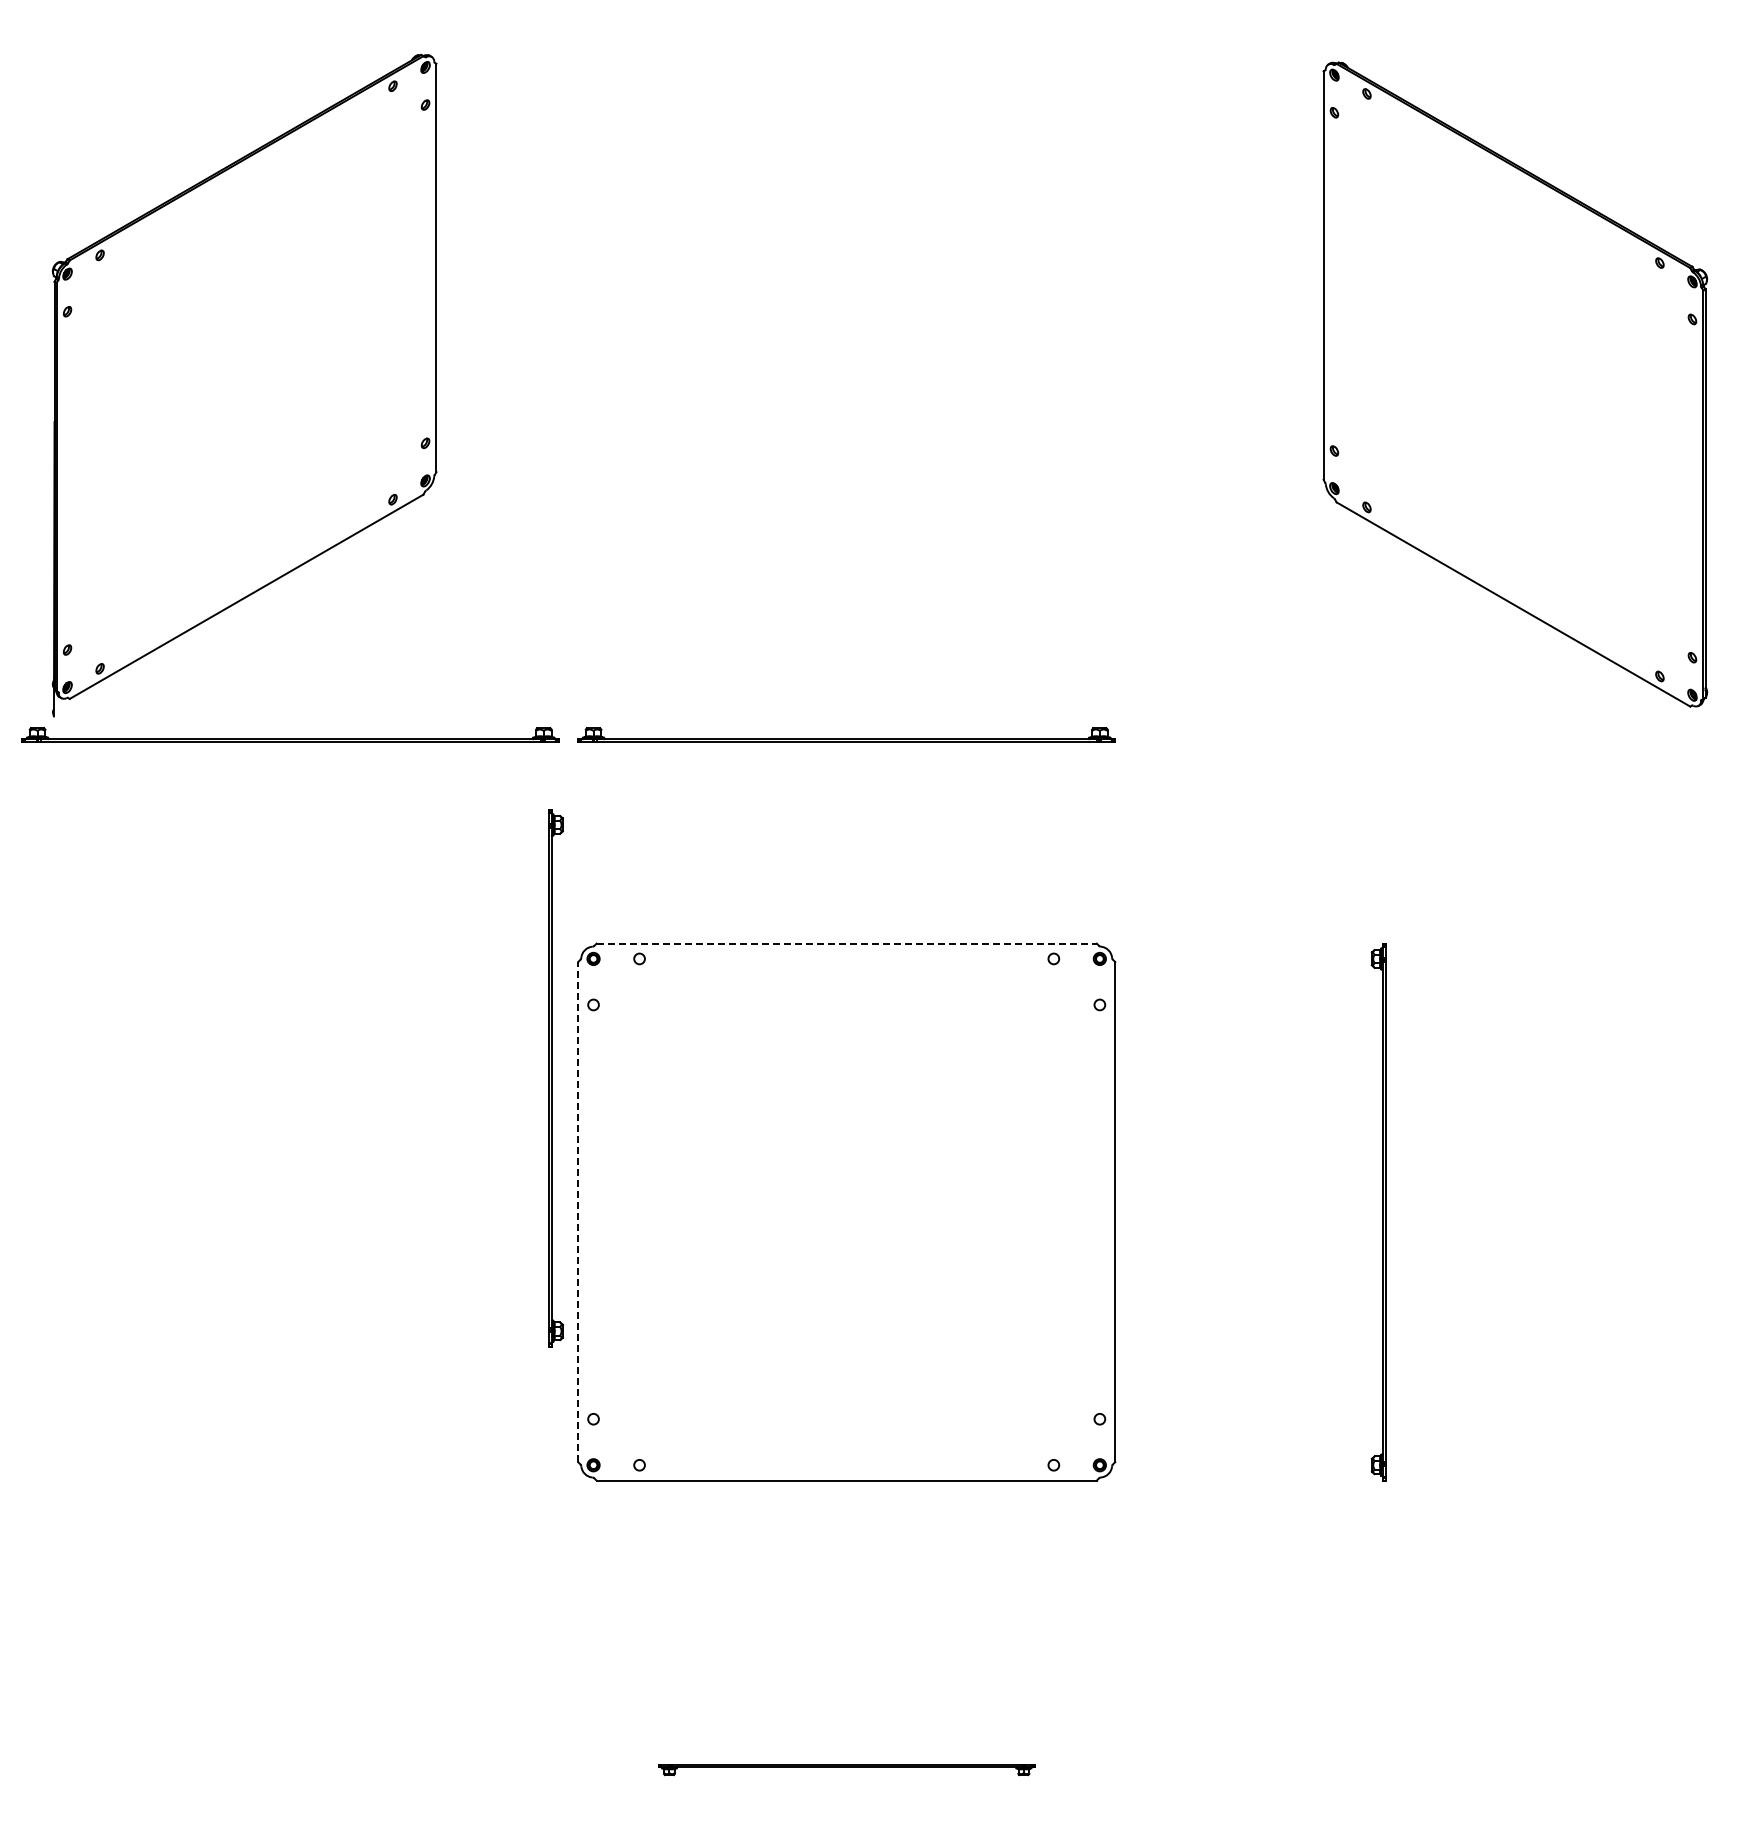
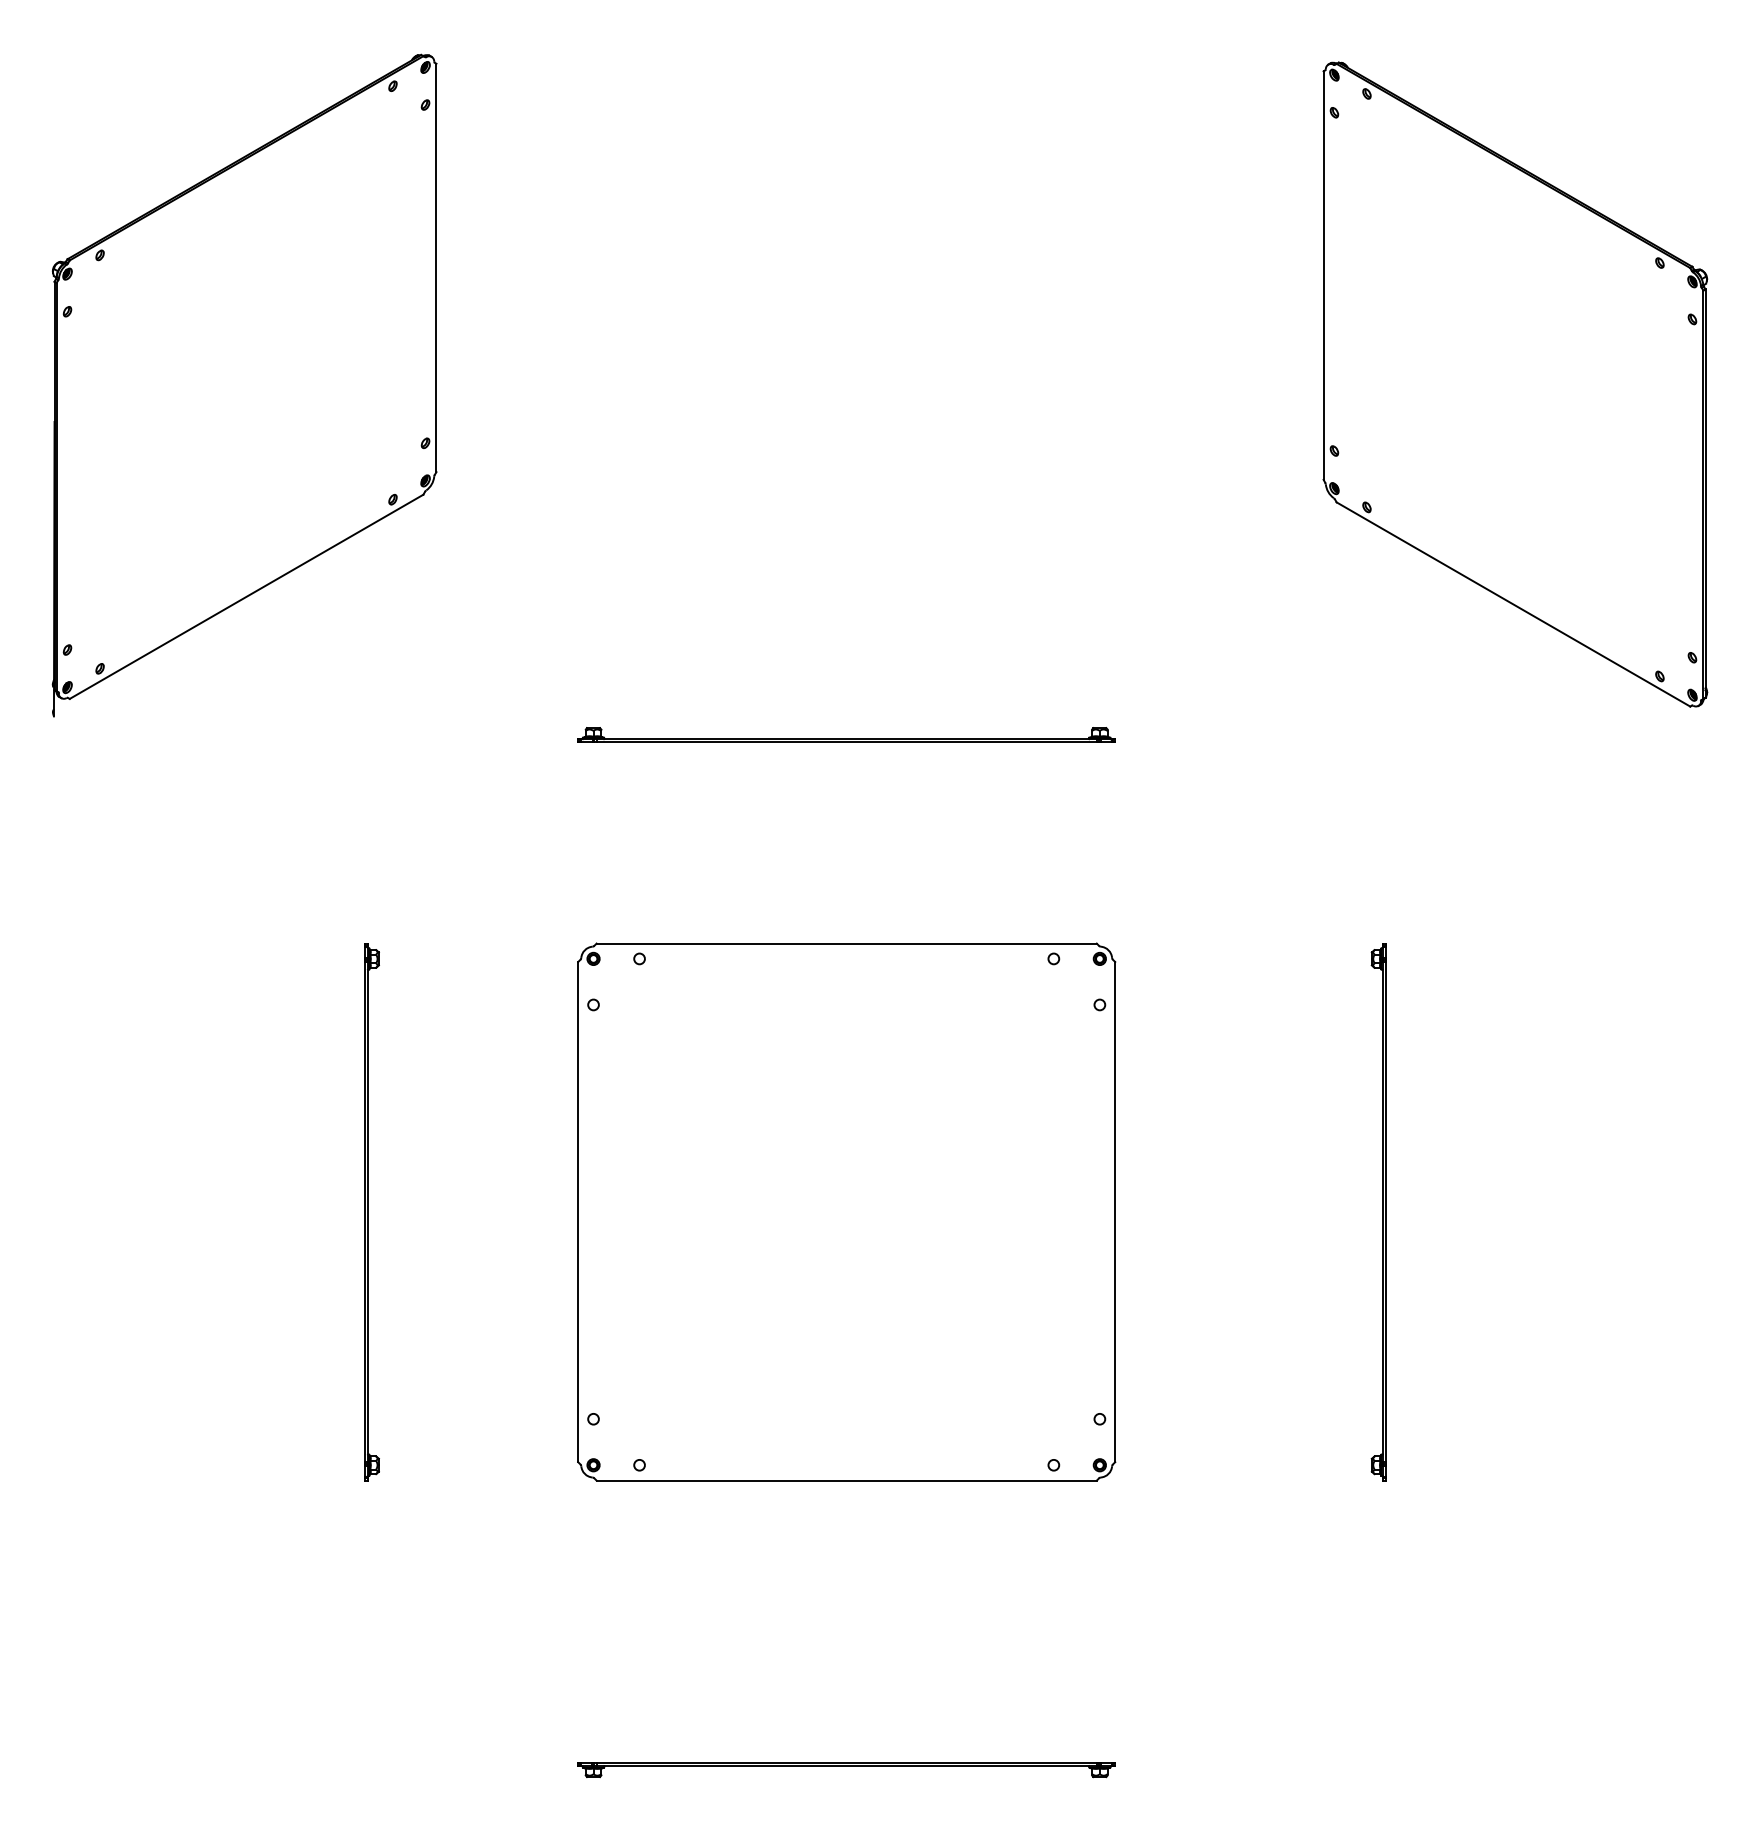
part at (290, 734): present -> none
line at (847, 943): dashed -> solid
part at (555, 1078) position: (555, 1078) -> (371, 1212)
line at (578, 1211): dashed -> solid
part at (846, 1770) size: 378x13 px -> 539x17 px
